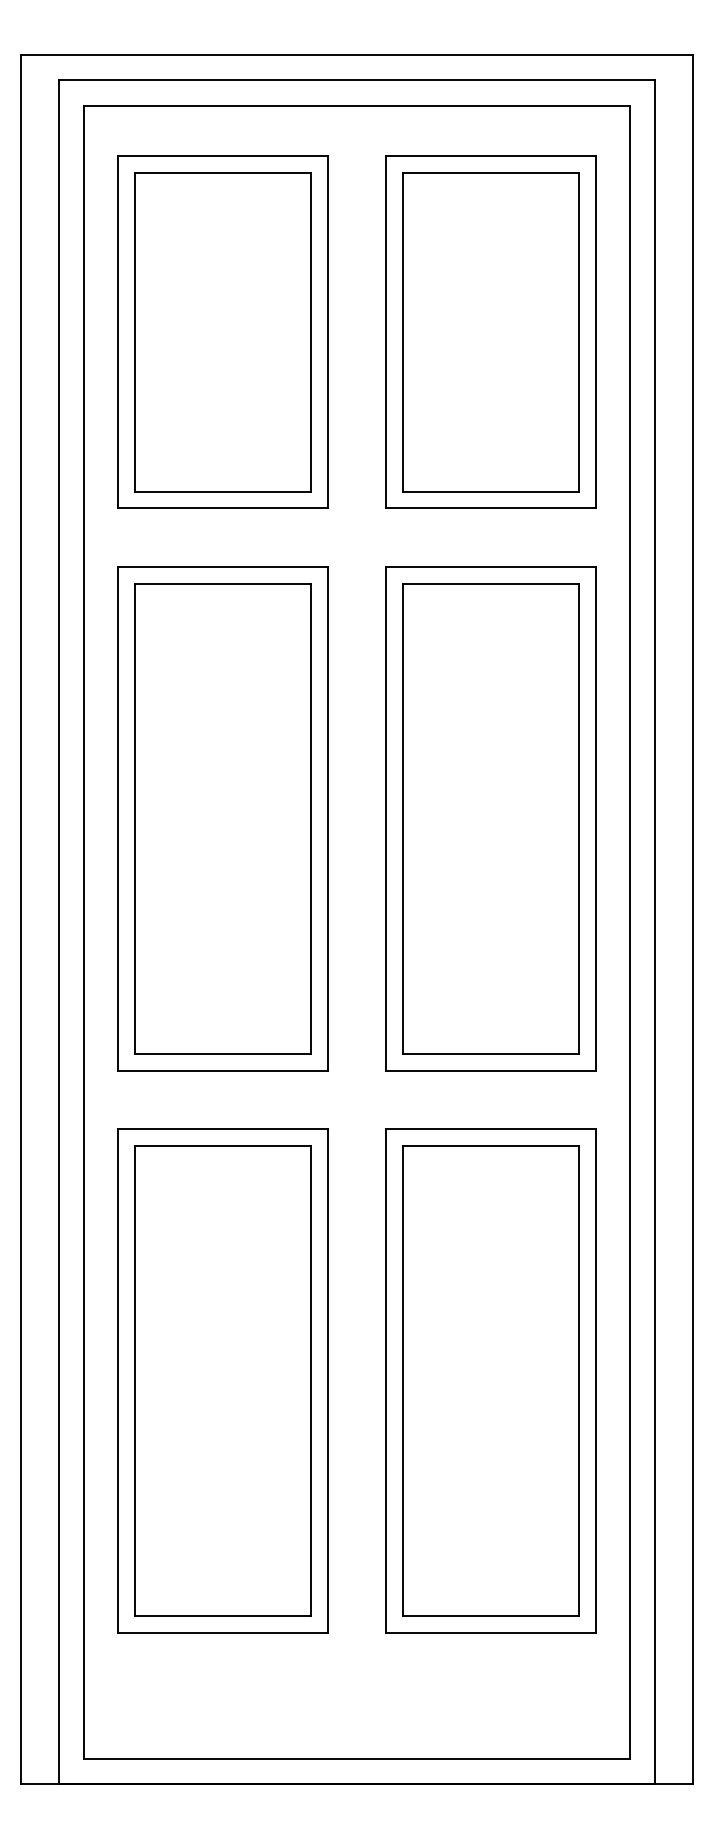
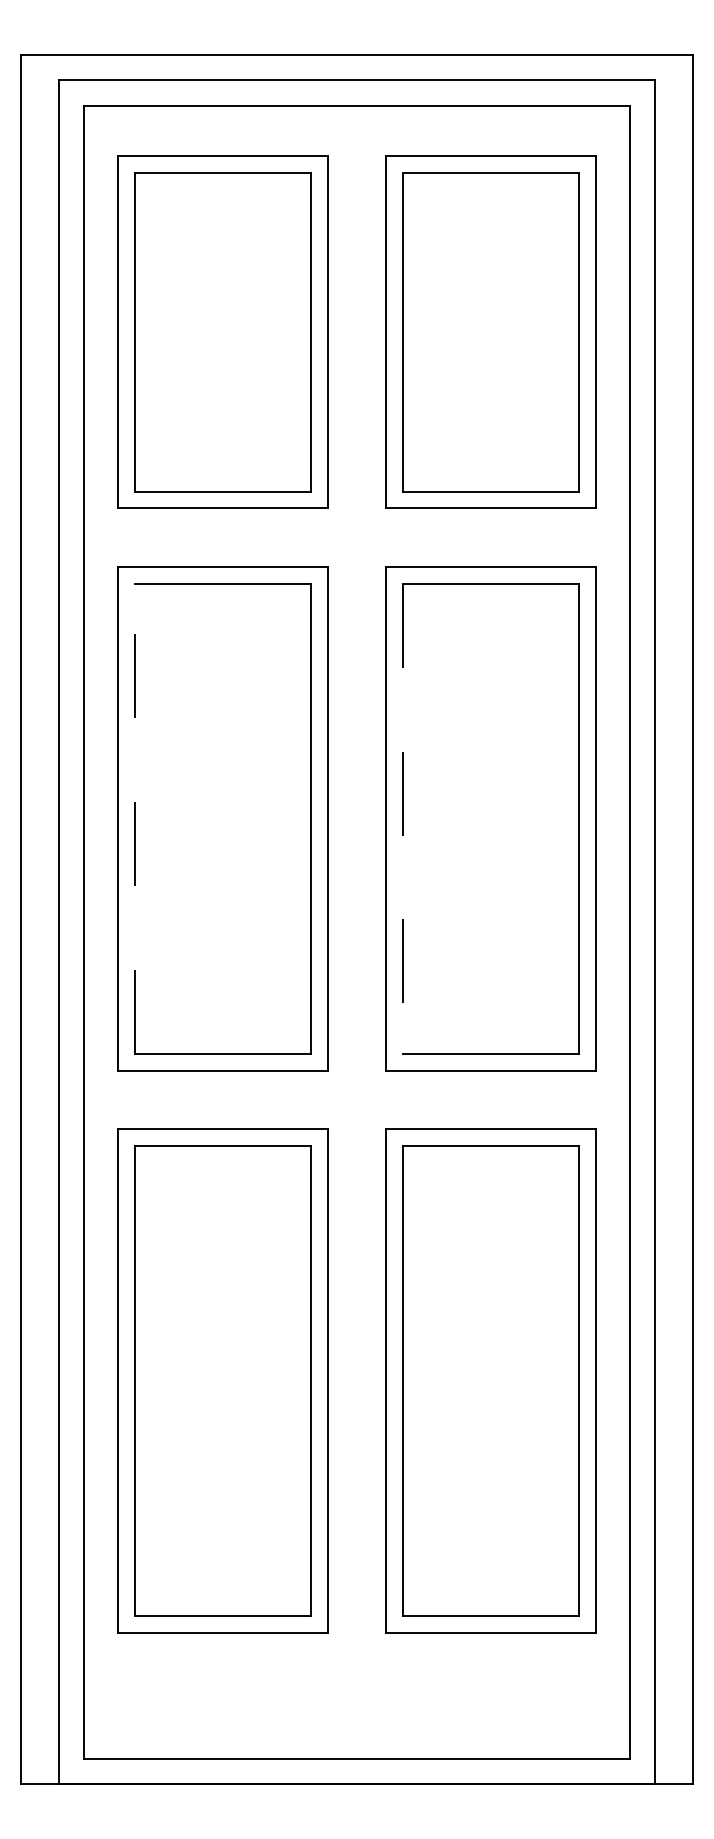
line at (134, 818): solid -> dashed
line at (403, 818): solid -> dashed
